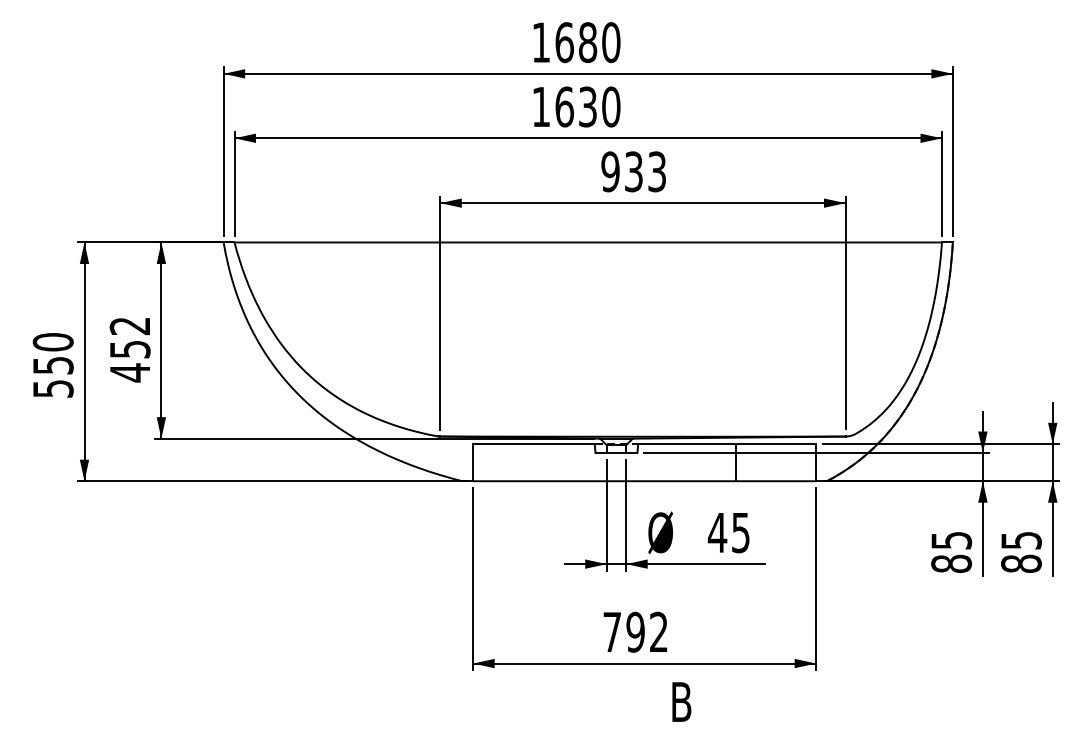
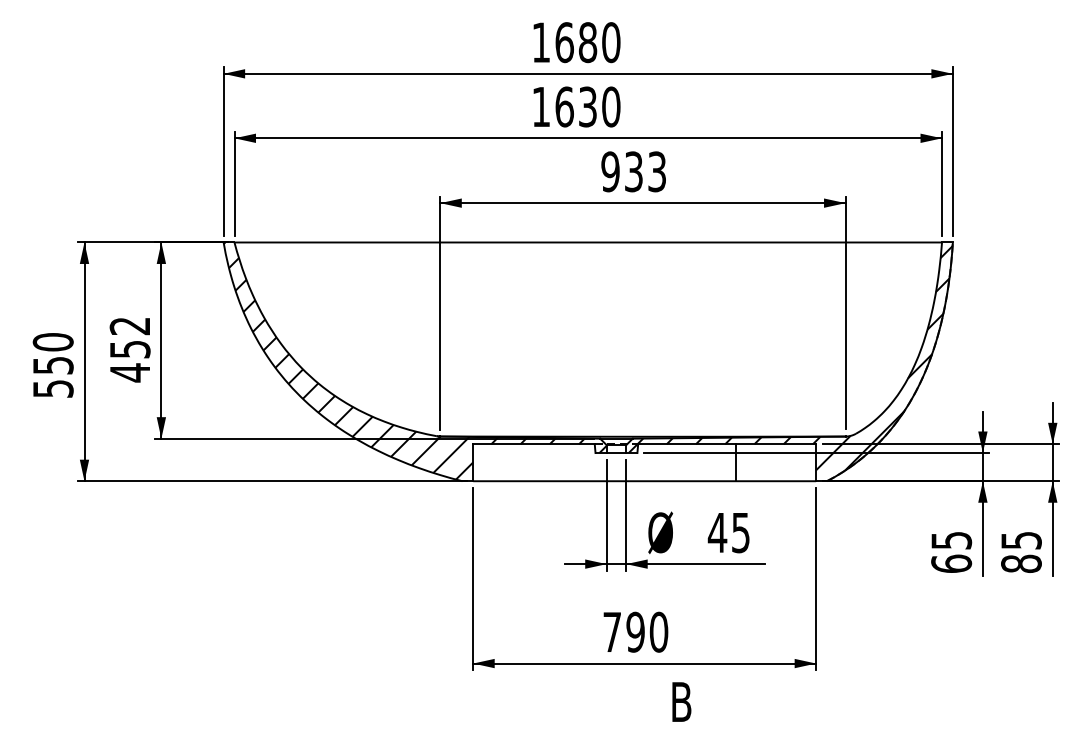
hatch at (790, 358): none -> present
hatch at (414, 360): none -> present
text at (951, 563): 85 -> 65
text at (658, 631): 792 -> 790
